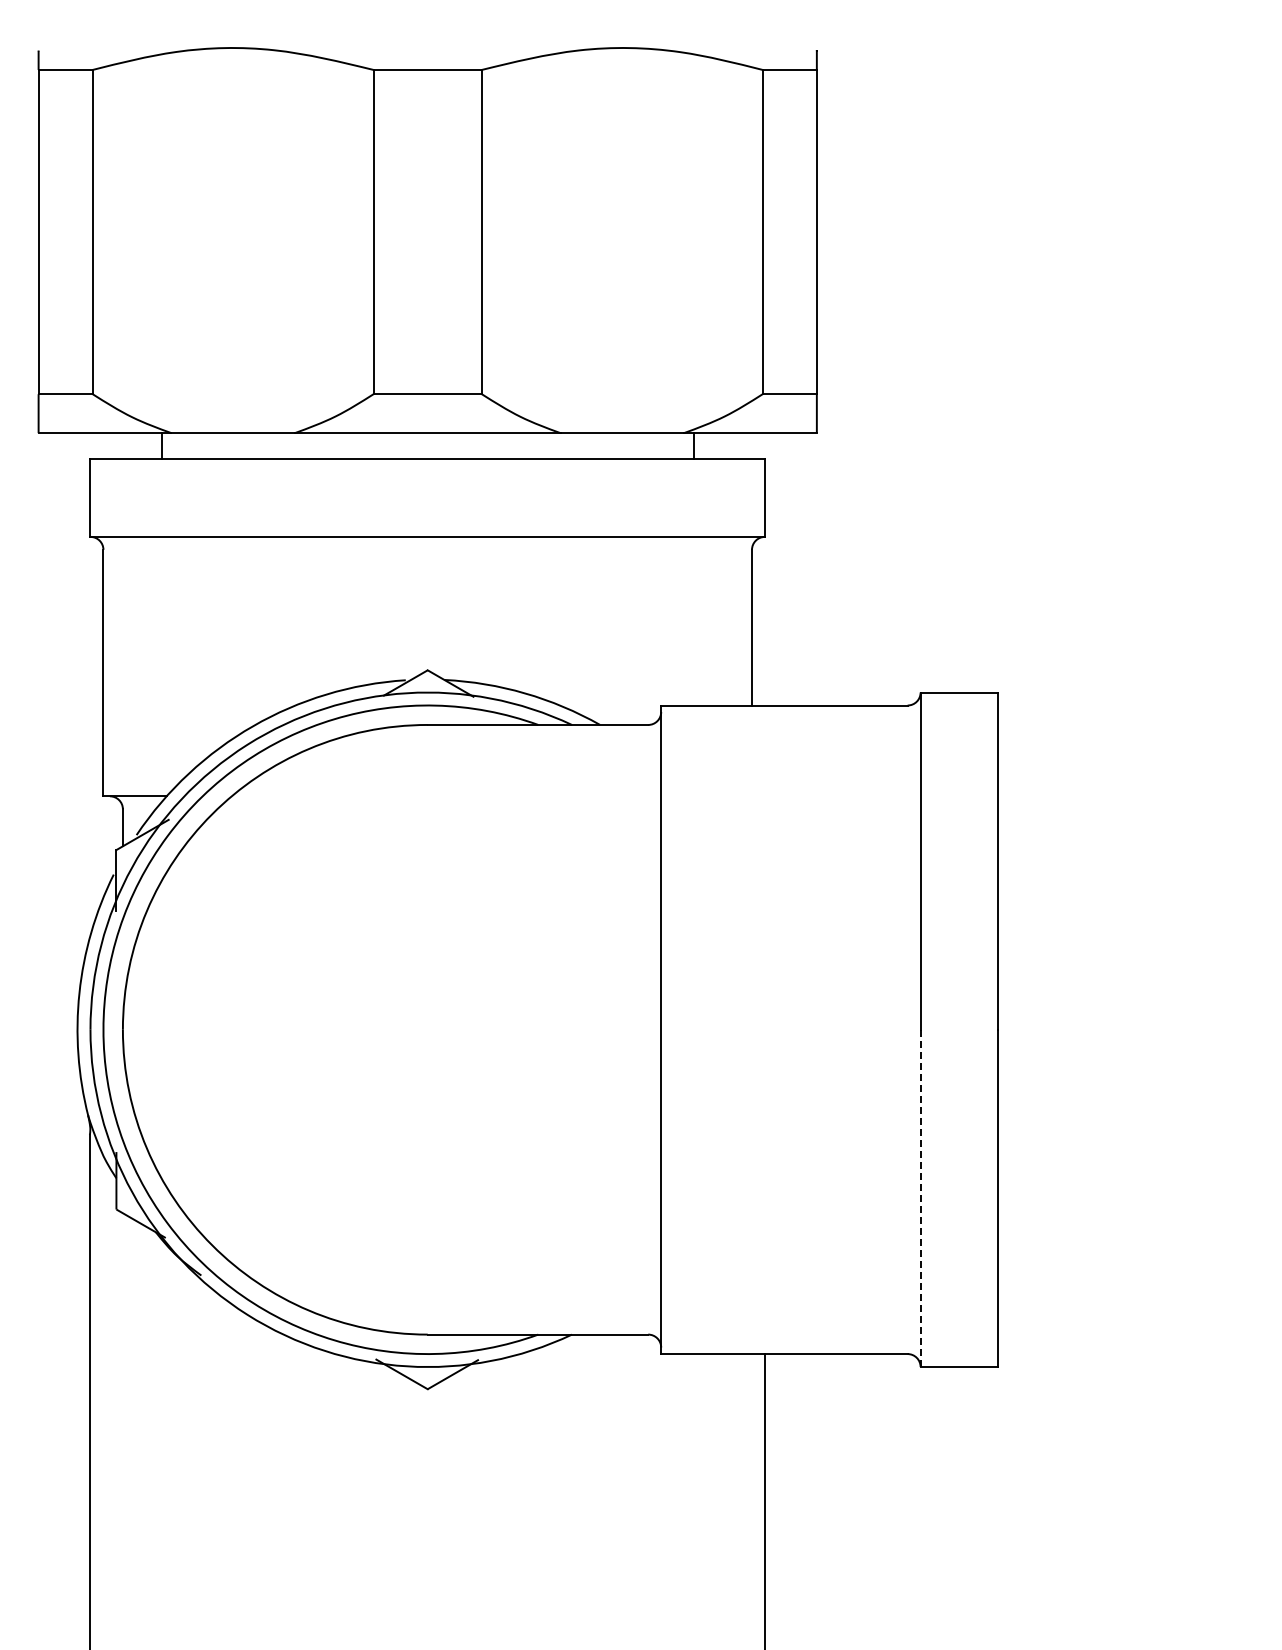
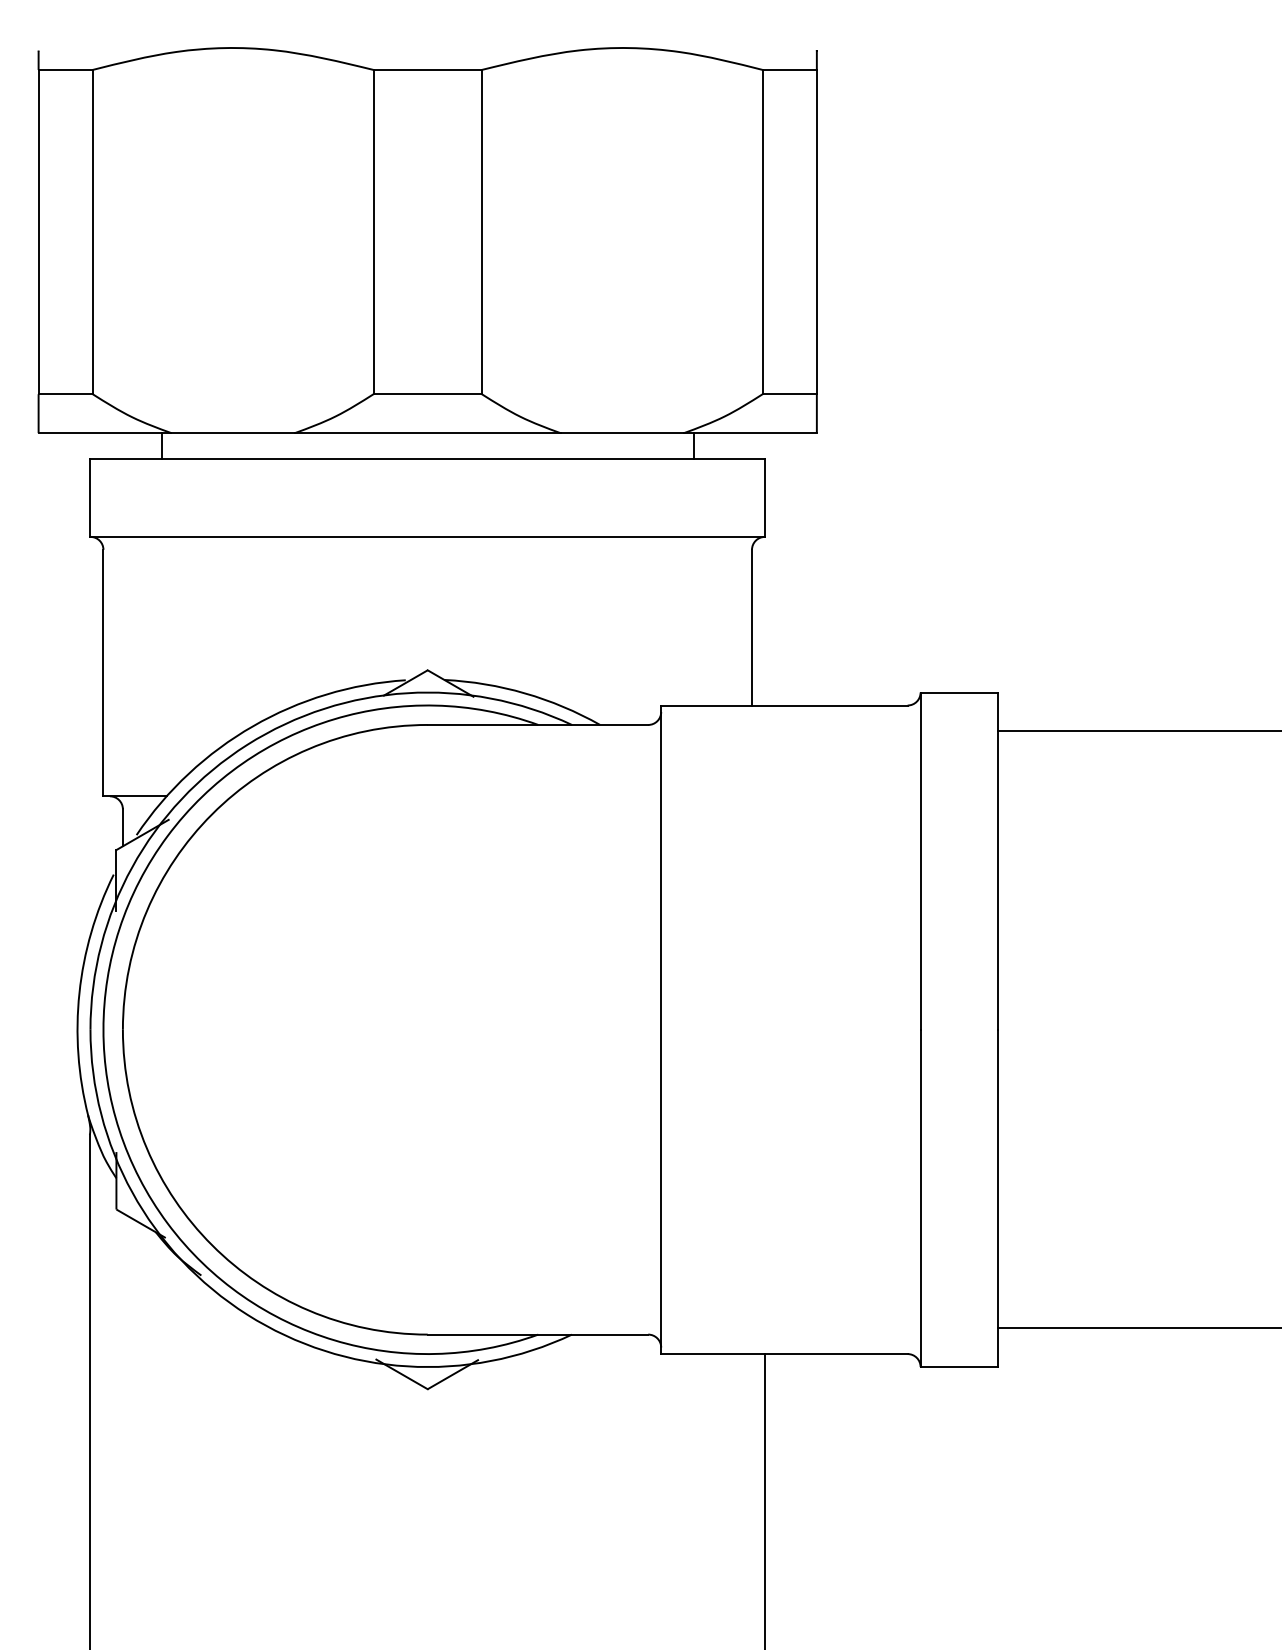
line at (1138, 731): none -> present
line at (920, 1198): dashed -> solid
line at (1138, 1328): none -> present
